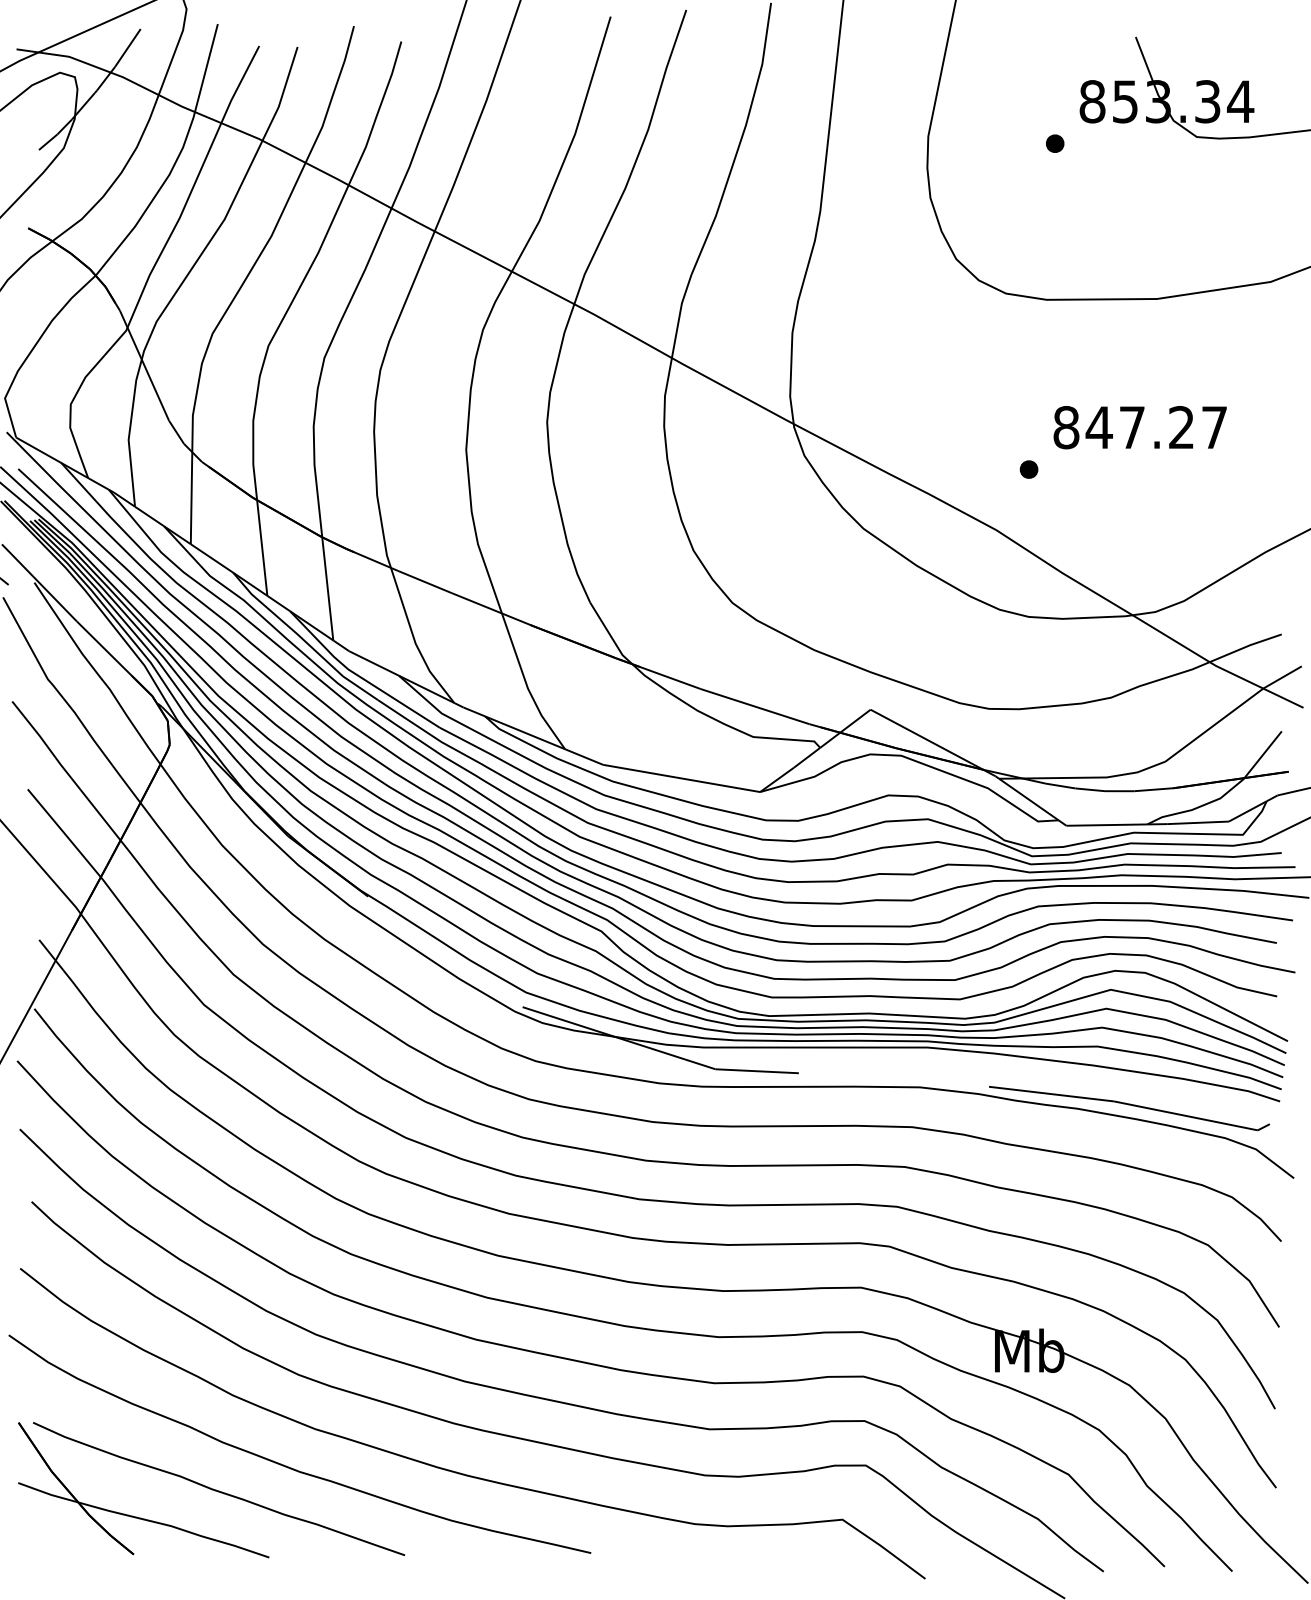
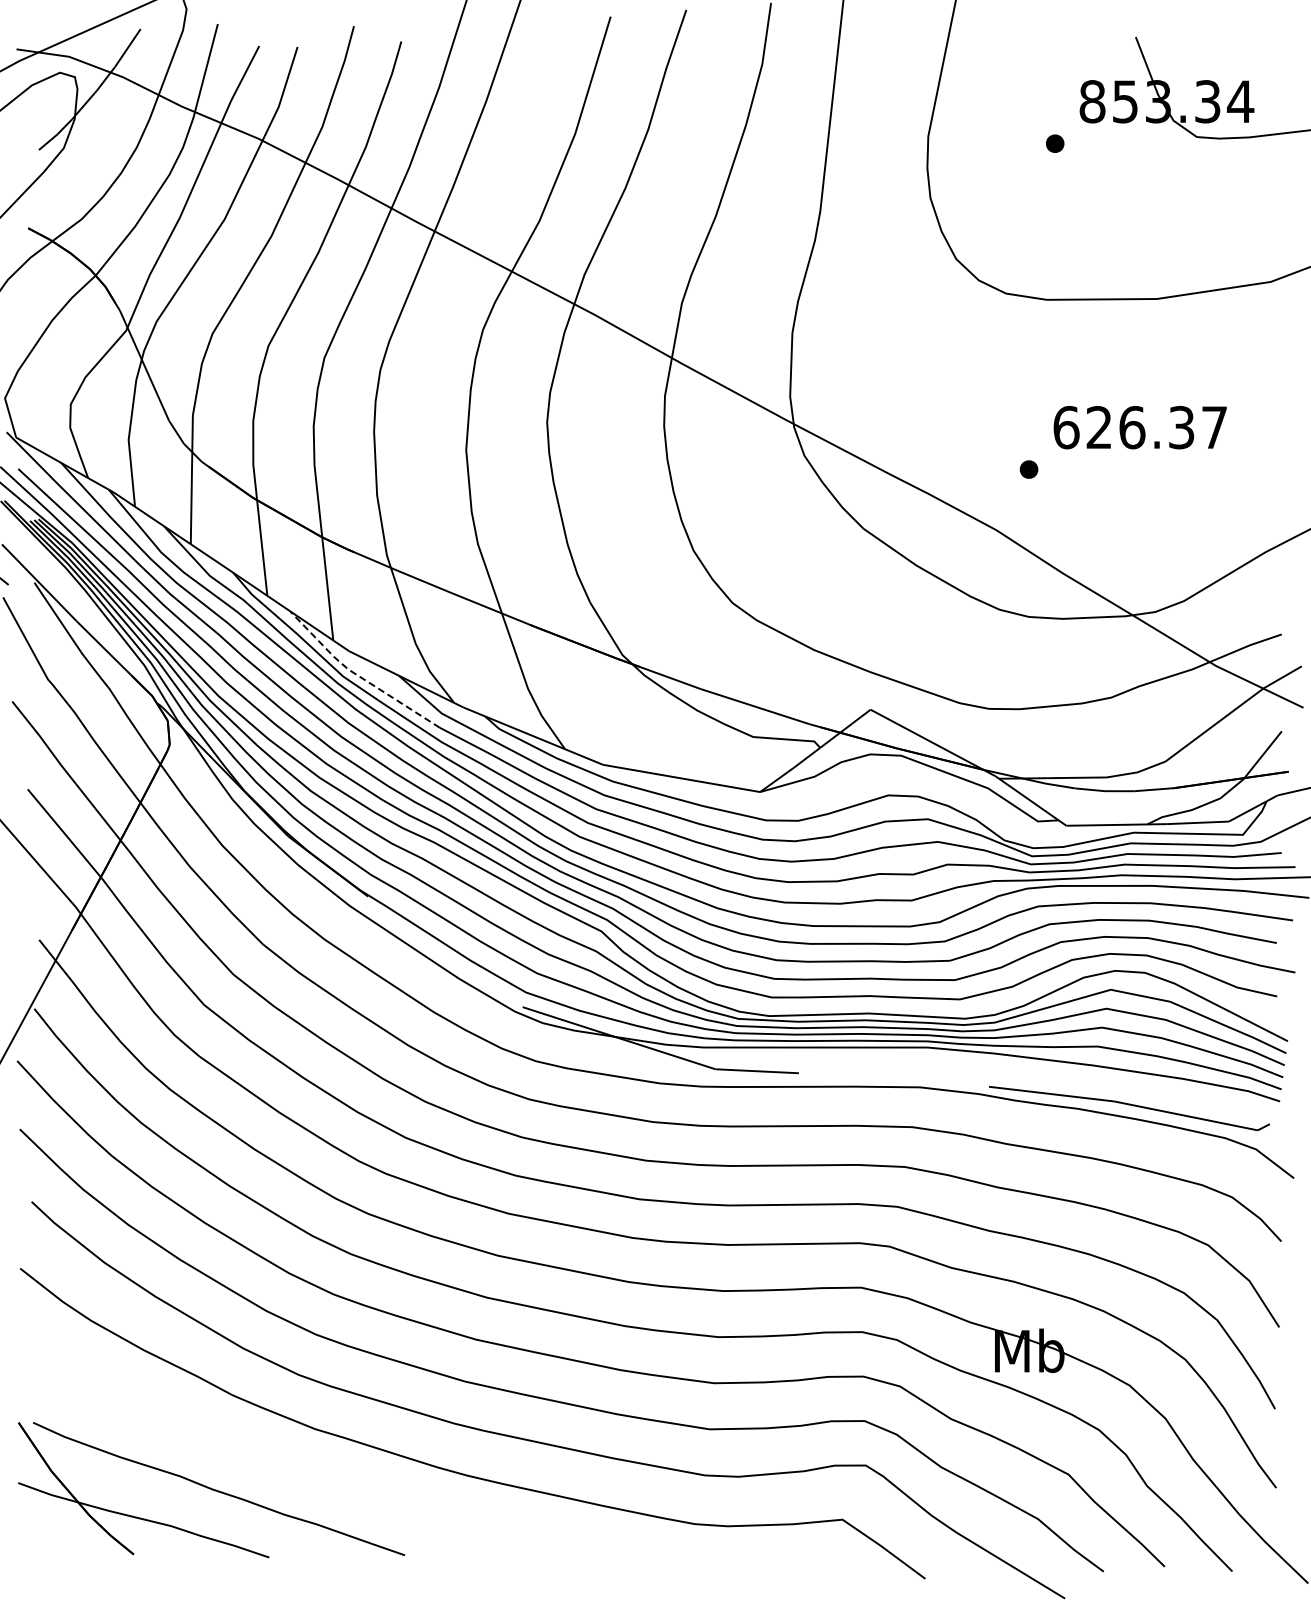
text at (1123, 427): 847.27 -> 626.37
line at (357, 675): solid -> dashed
curve at (289, 1466): present -> none
